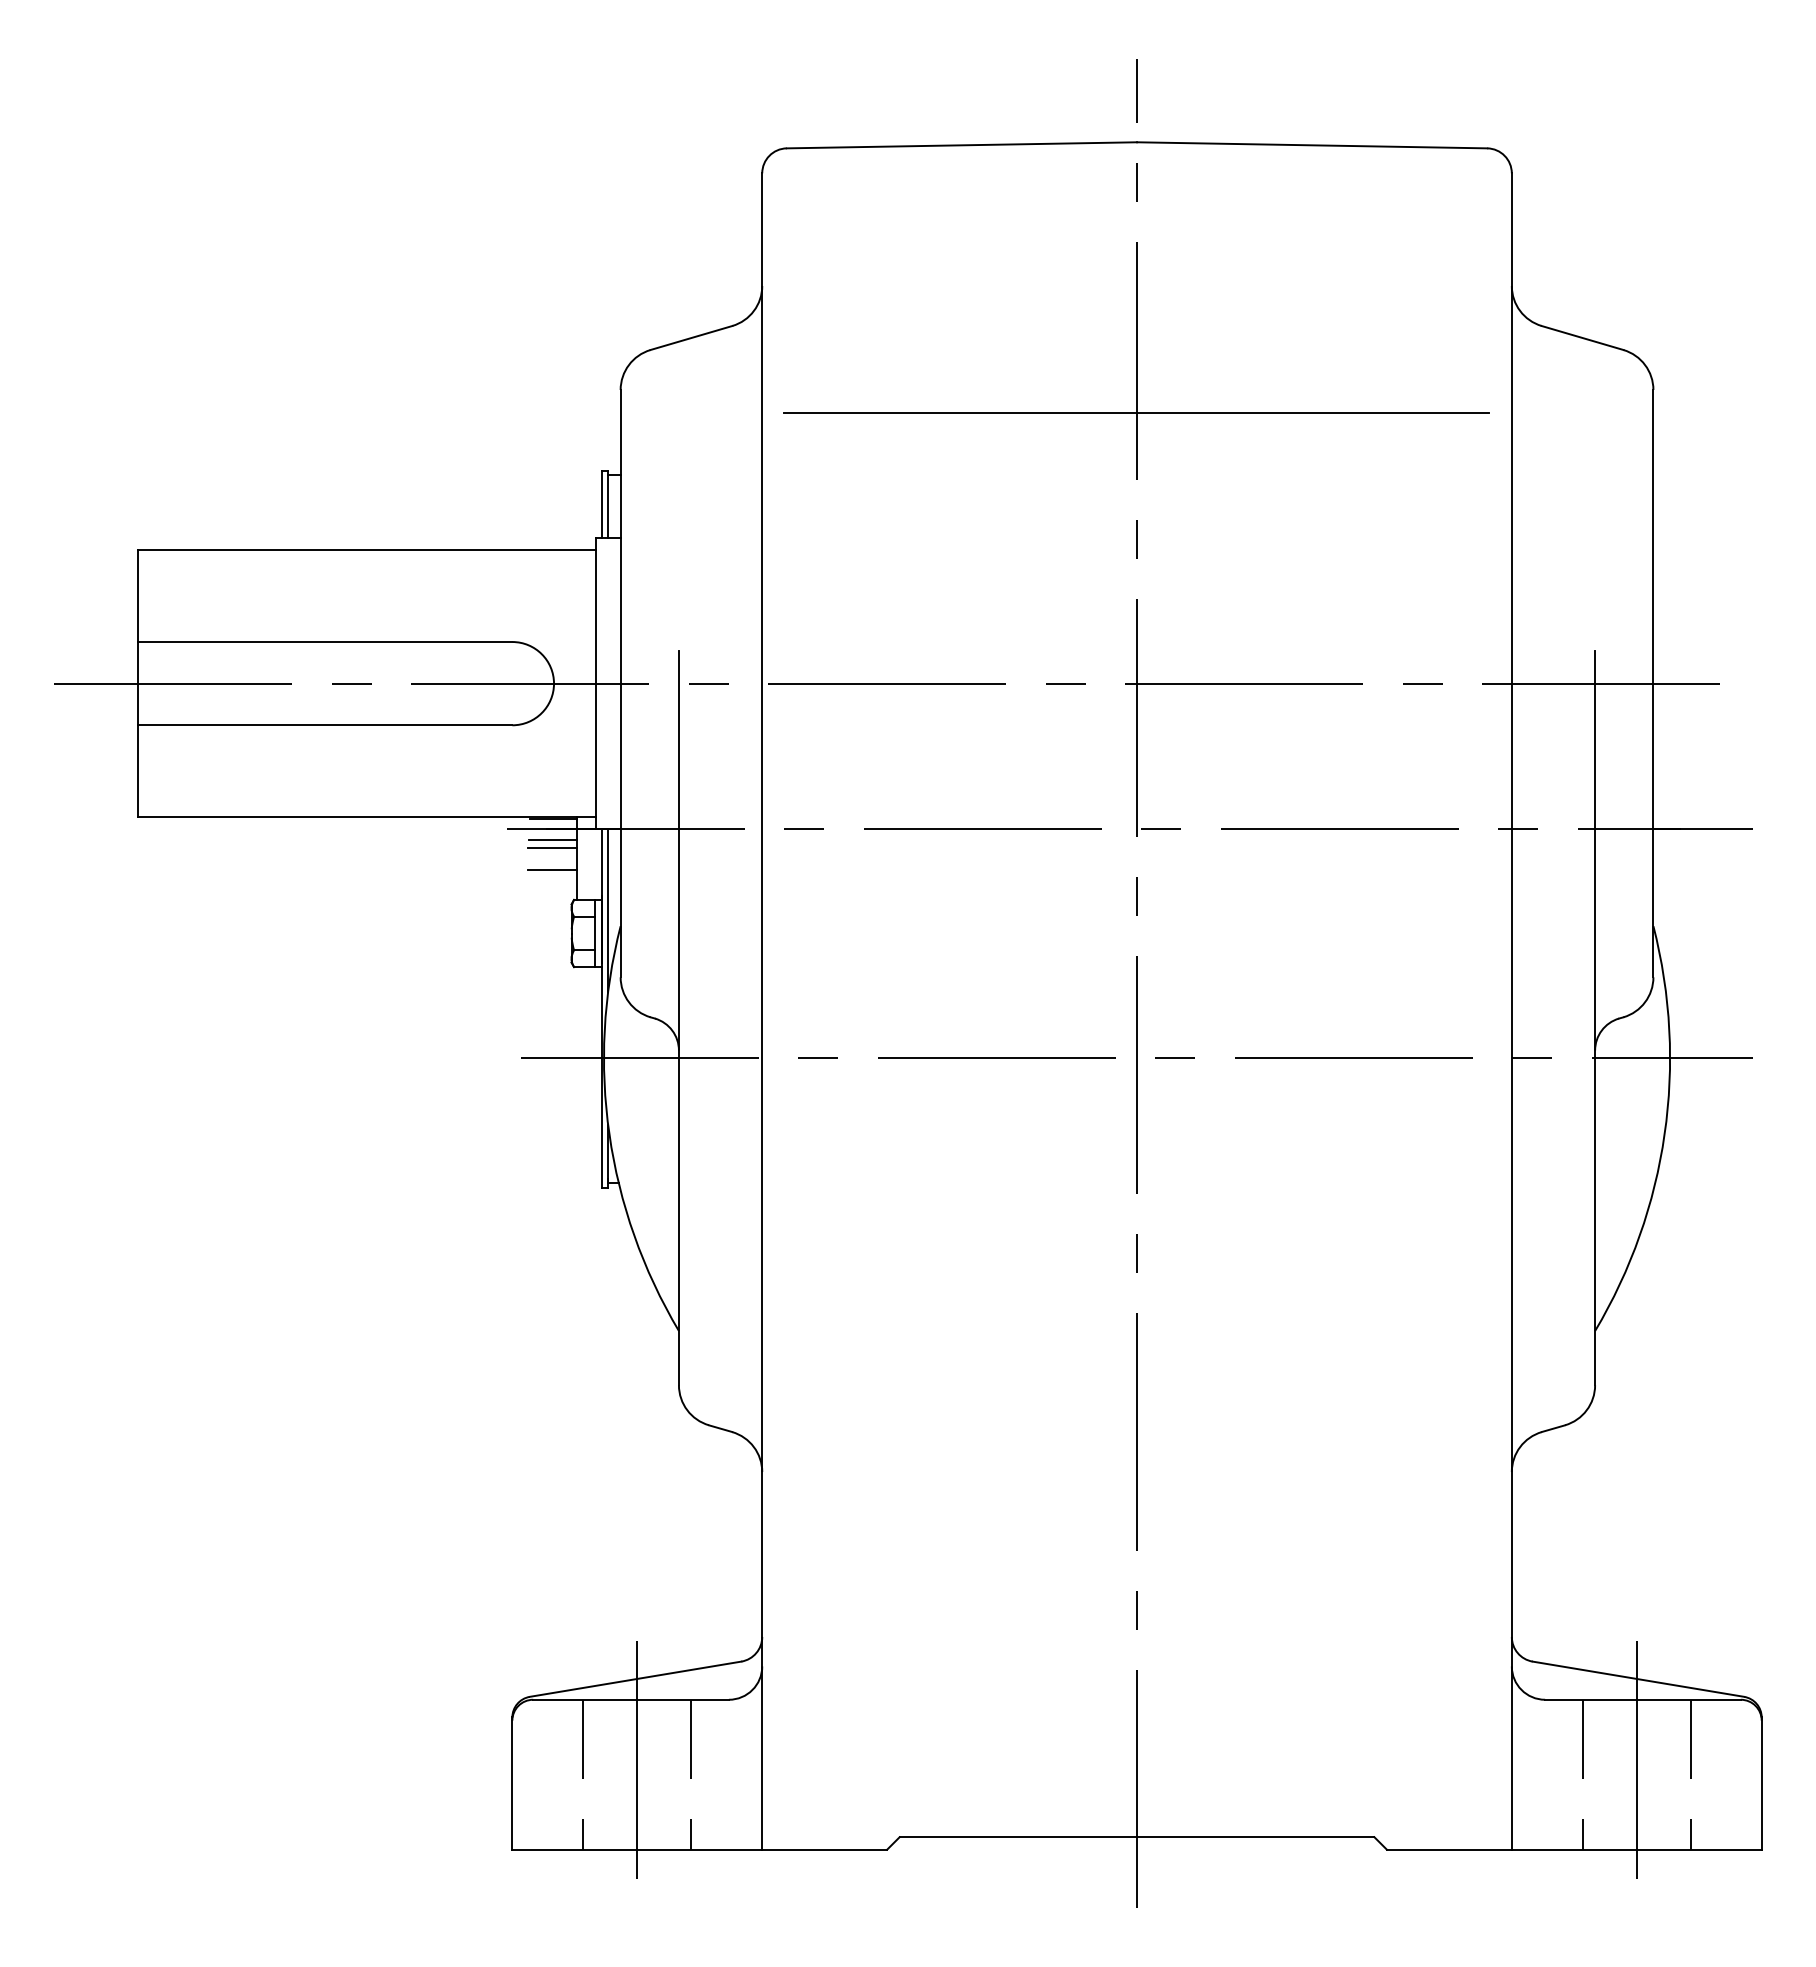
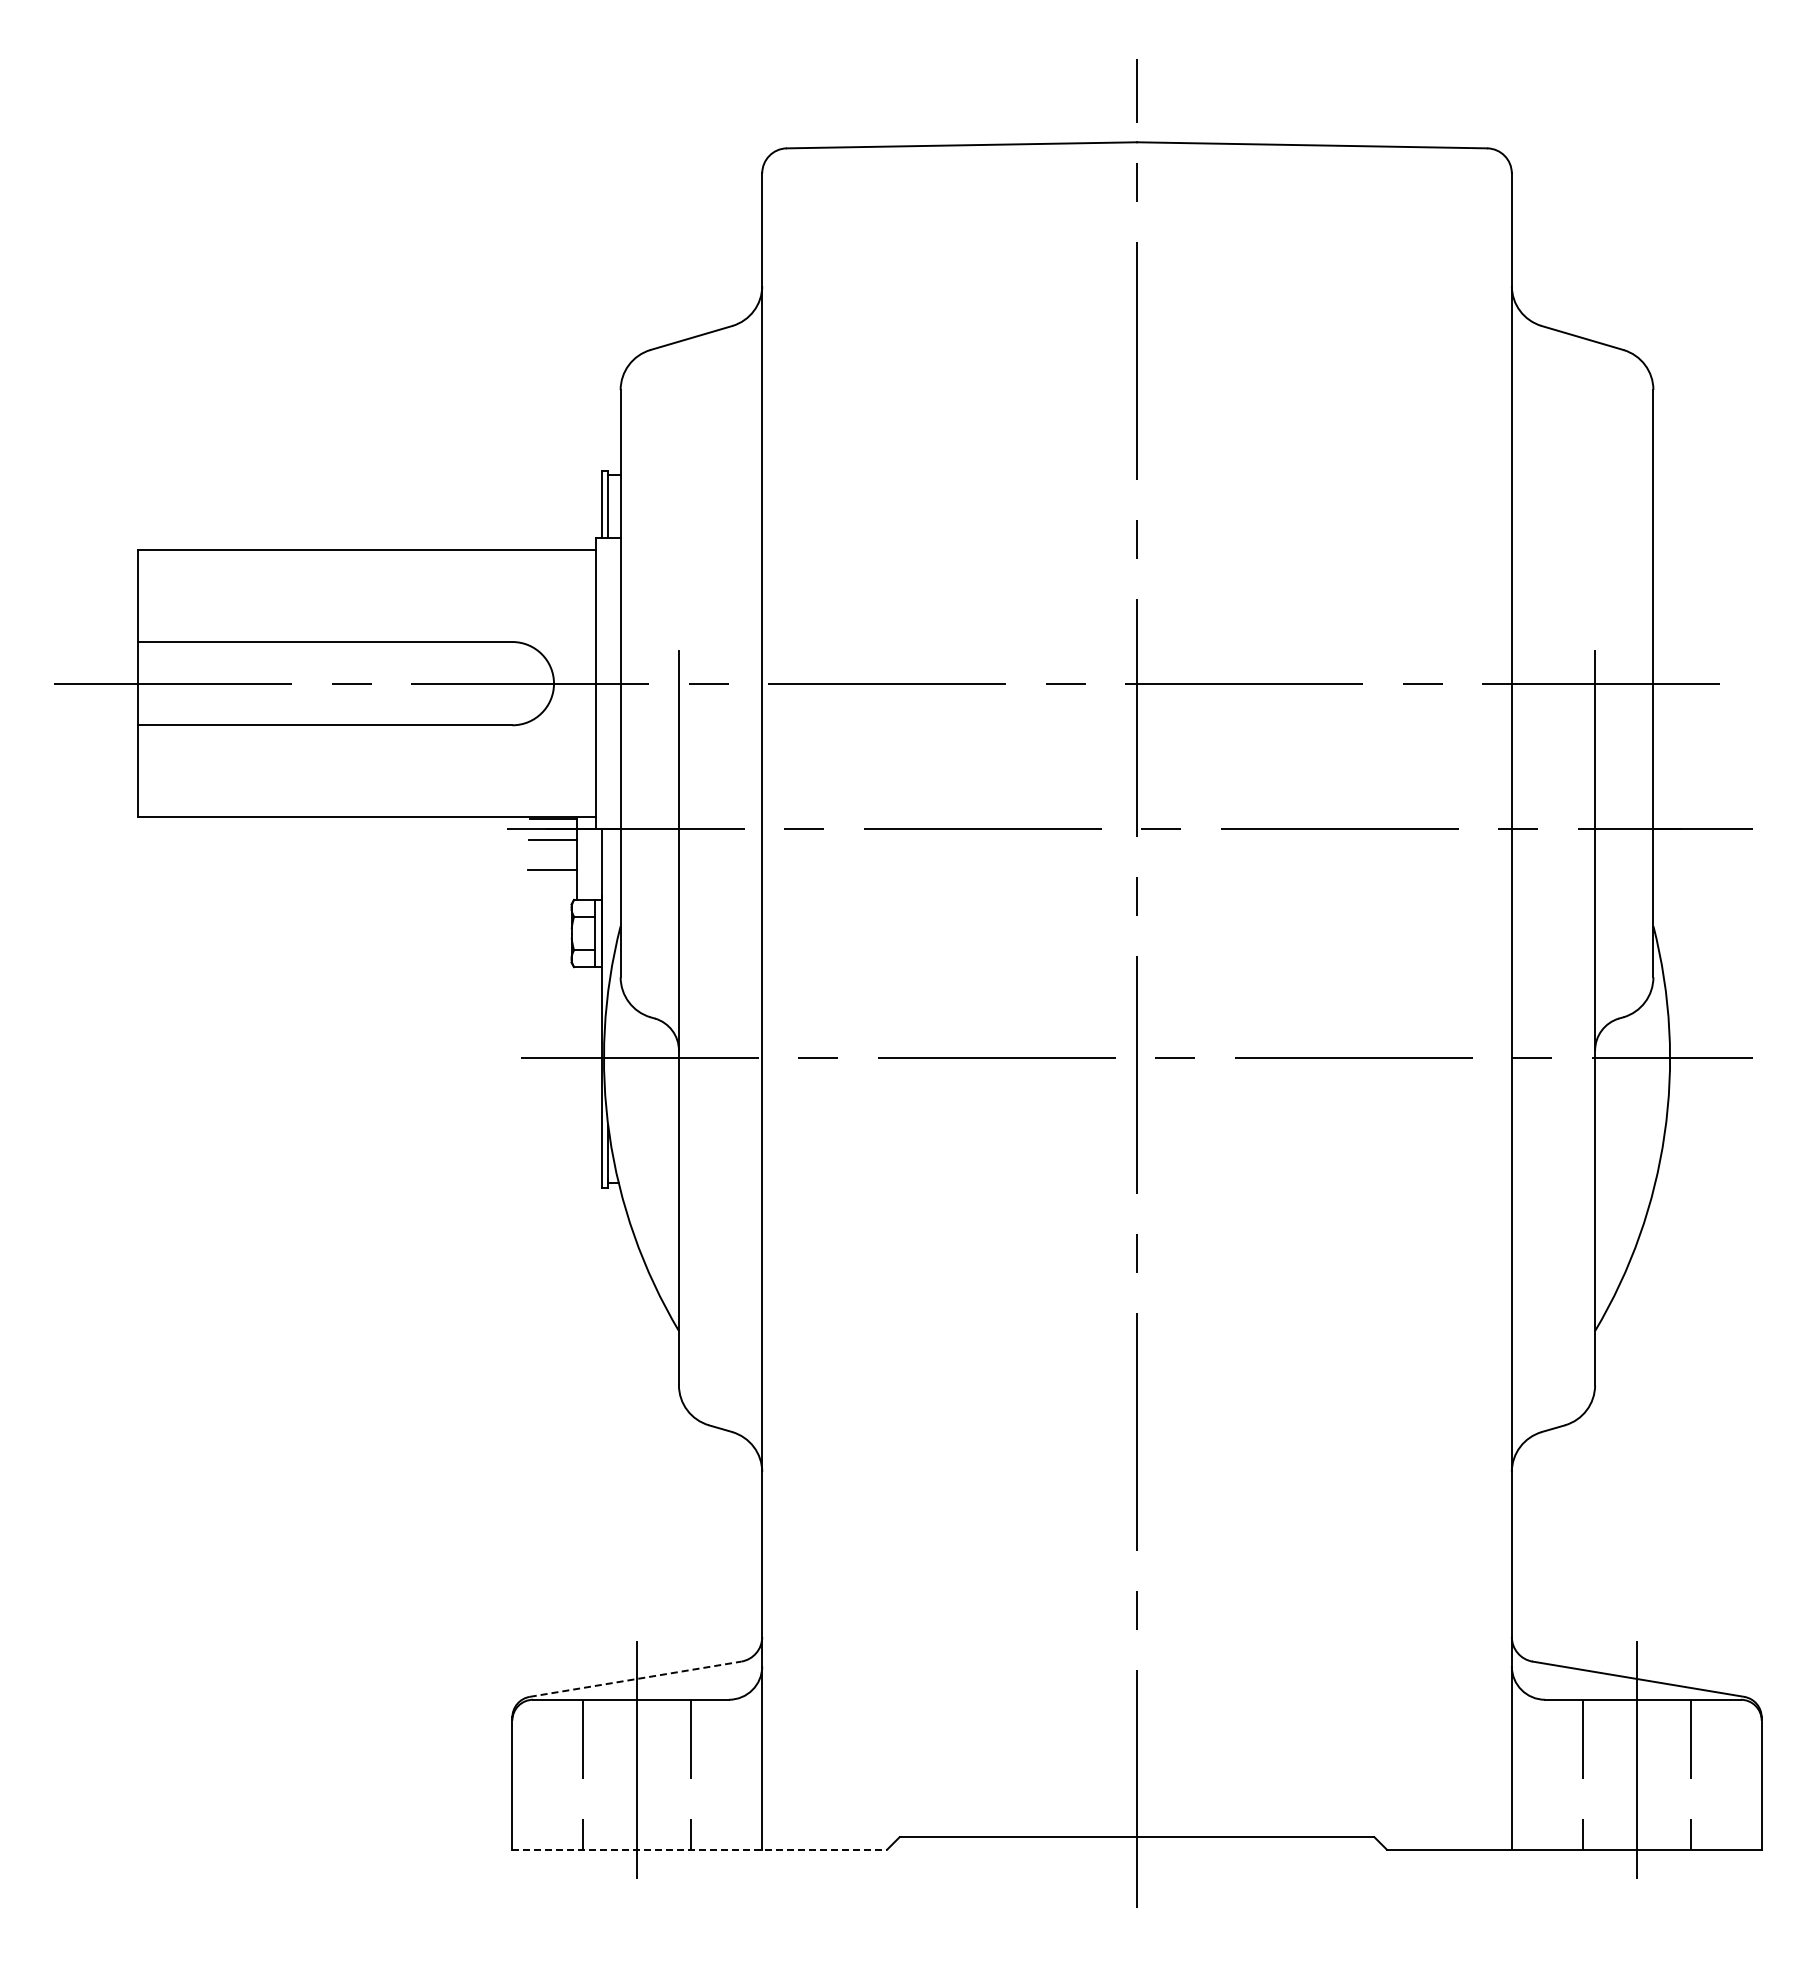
line at (1135, 412): present -> none
line at (552, 847): present -> none
line at (608, 910): present -> none
line at (636, 1679): solid -> dashed
line at (700, 1849): solid -> dashed
